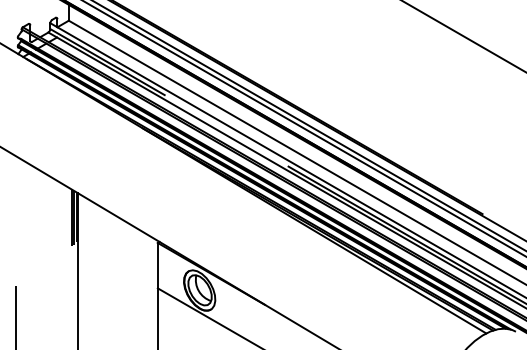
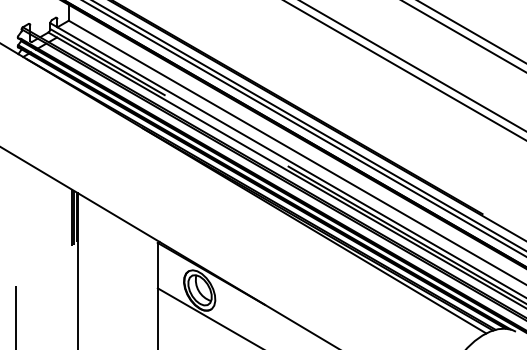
line at (471, 32): none -> present
line at (412, 65): none -> present
line at (404, 70): none -> present
